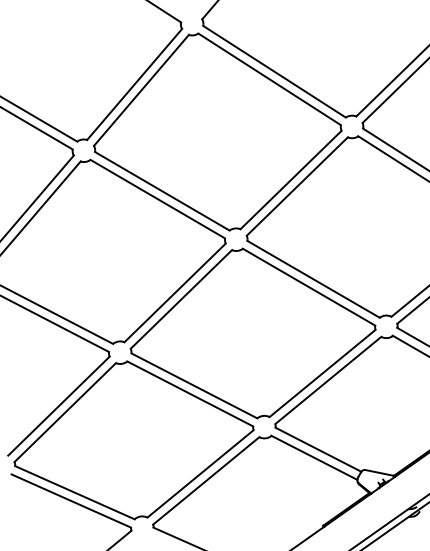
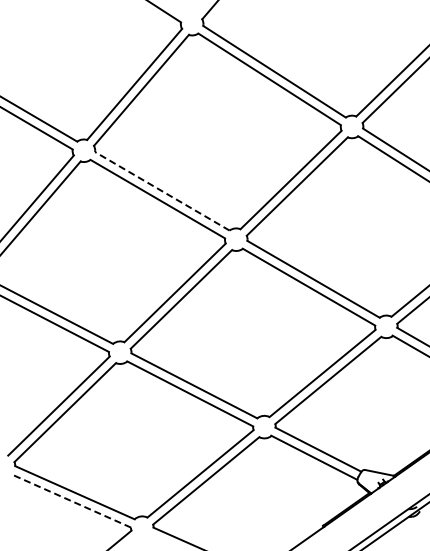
line at (162, 191): solid -> dashed
line at (70, 500): solid -> dashed
